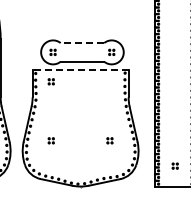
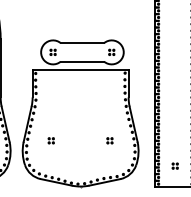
line at (82, 43): dashed -> solid
line at (80, 70): dashed -> solid
part at (50, 81): present -> none
